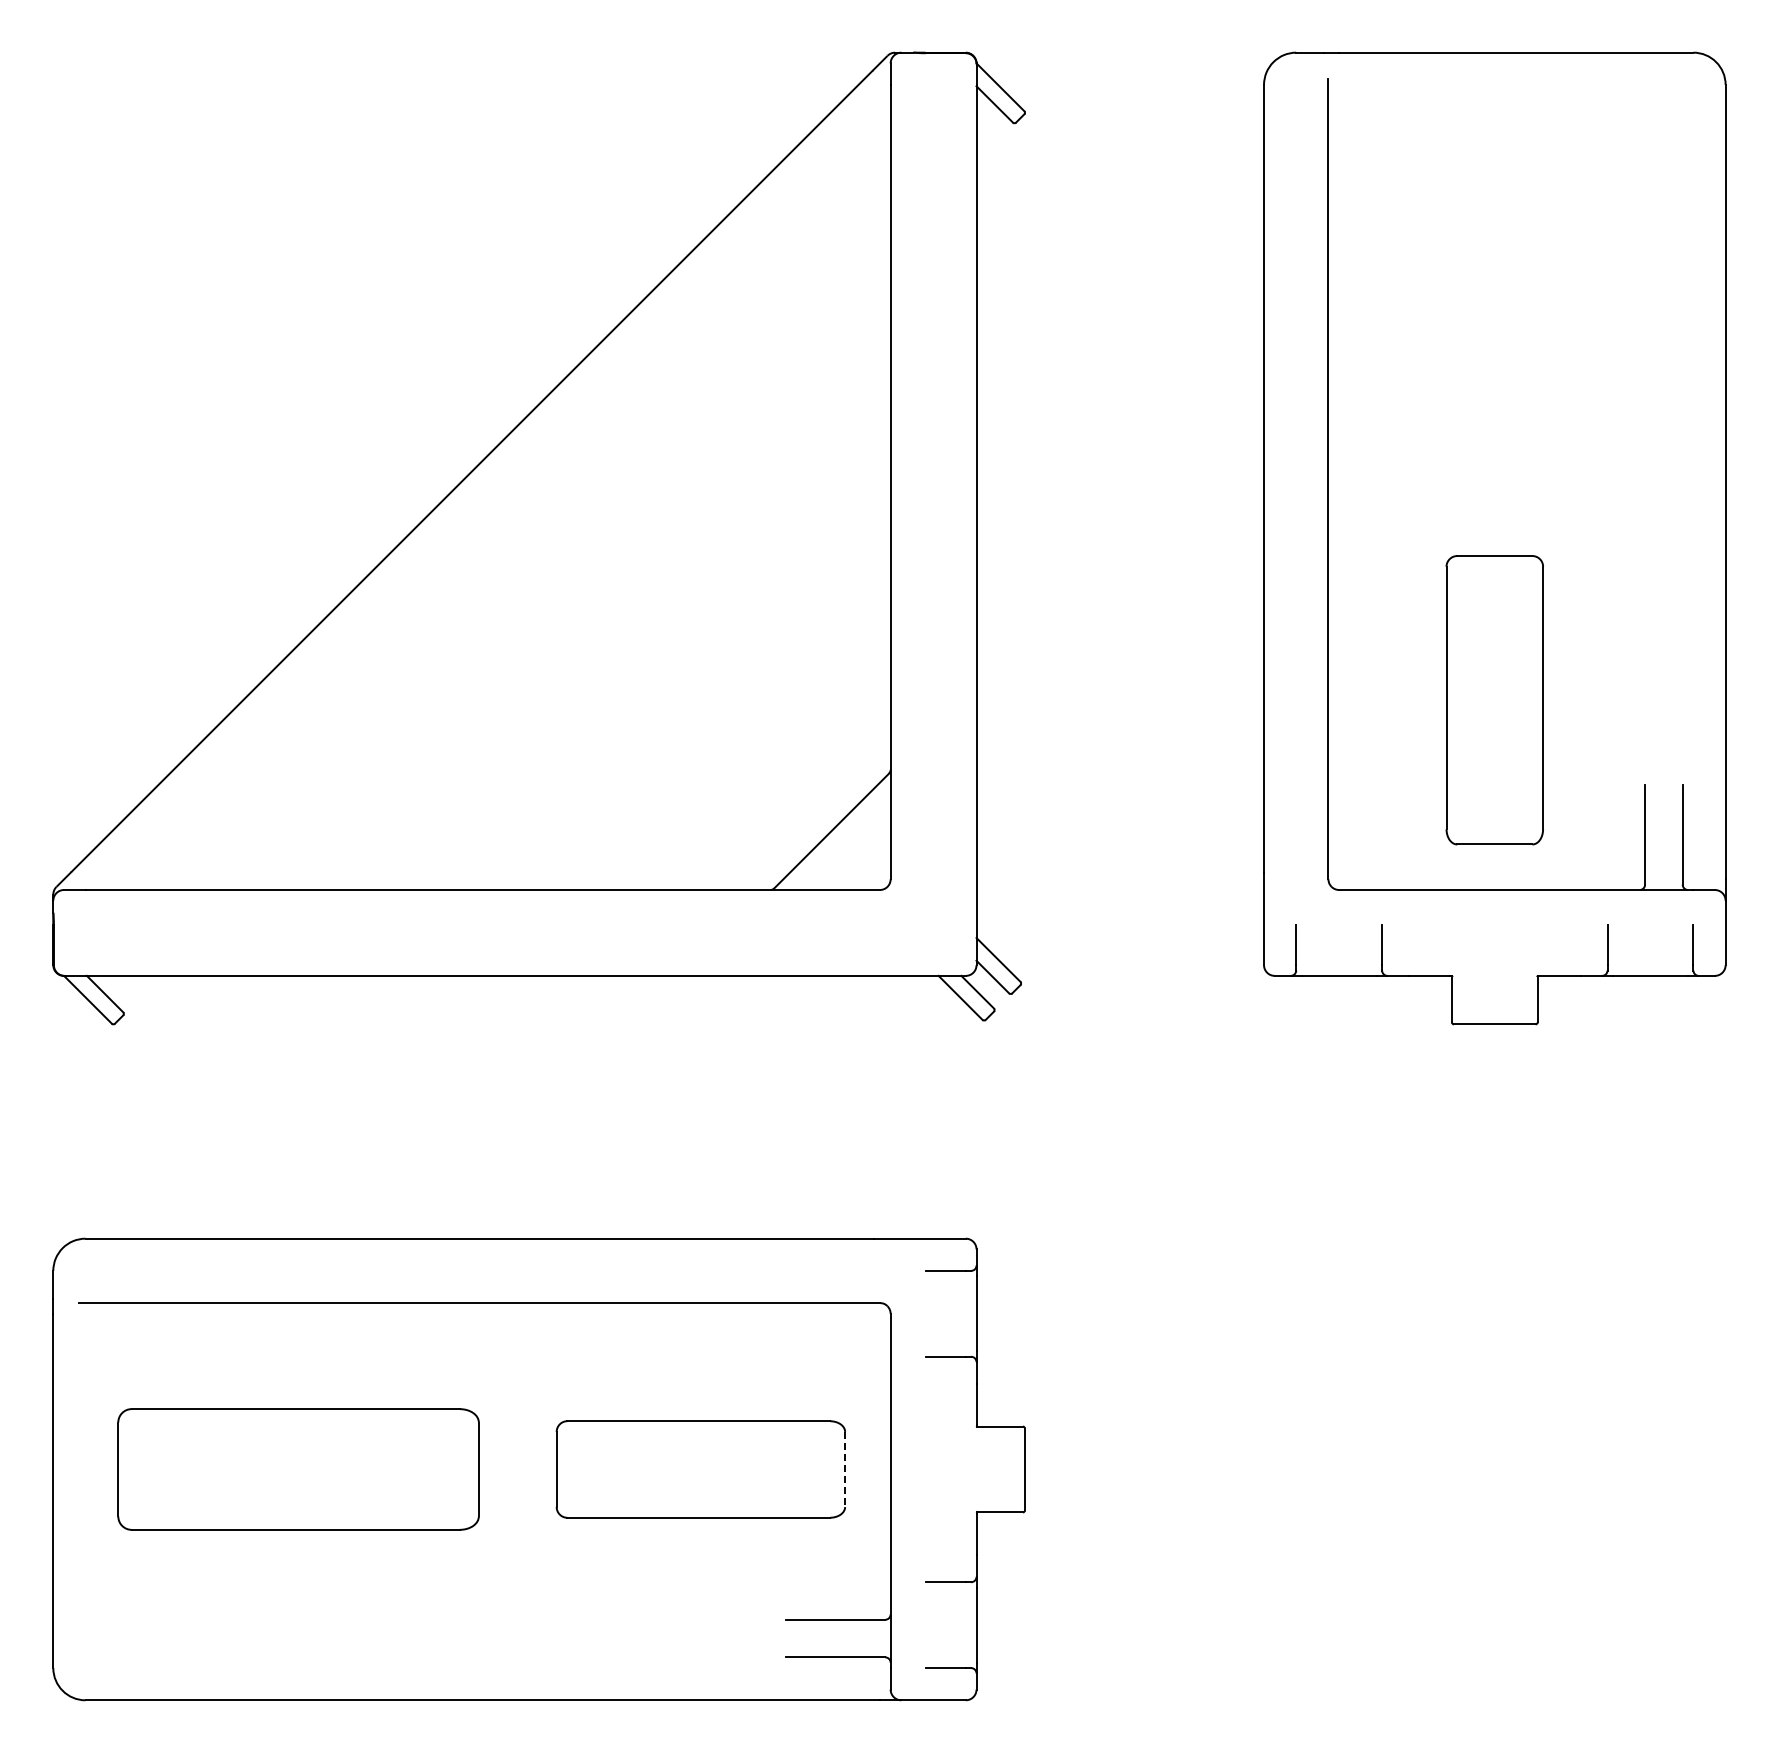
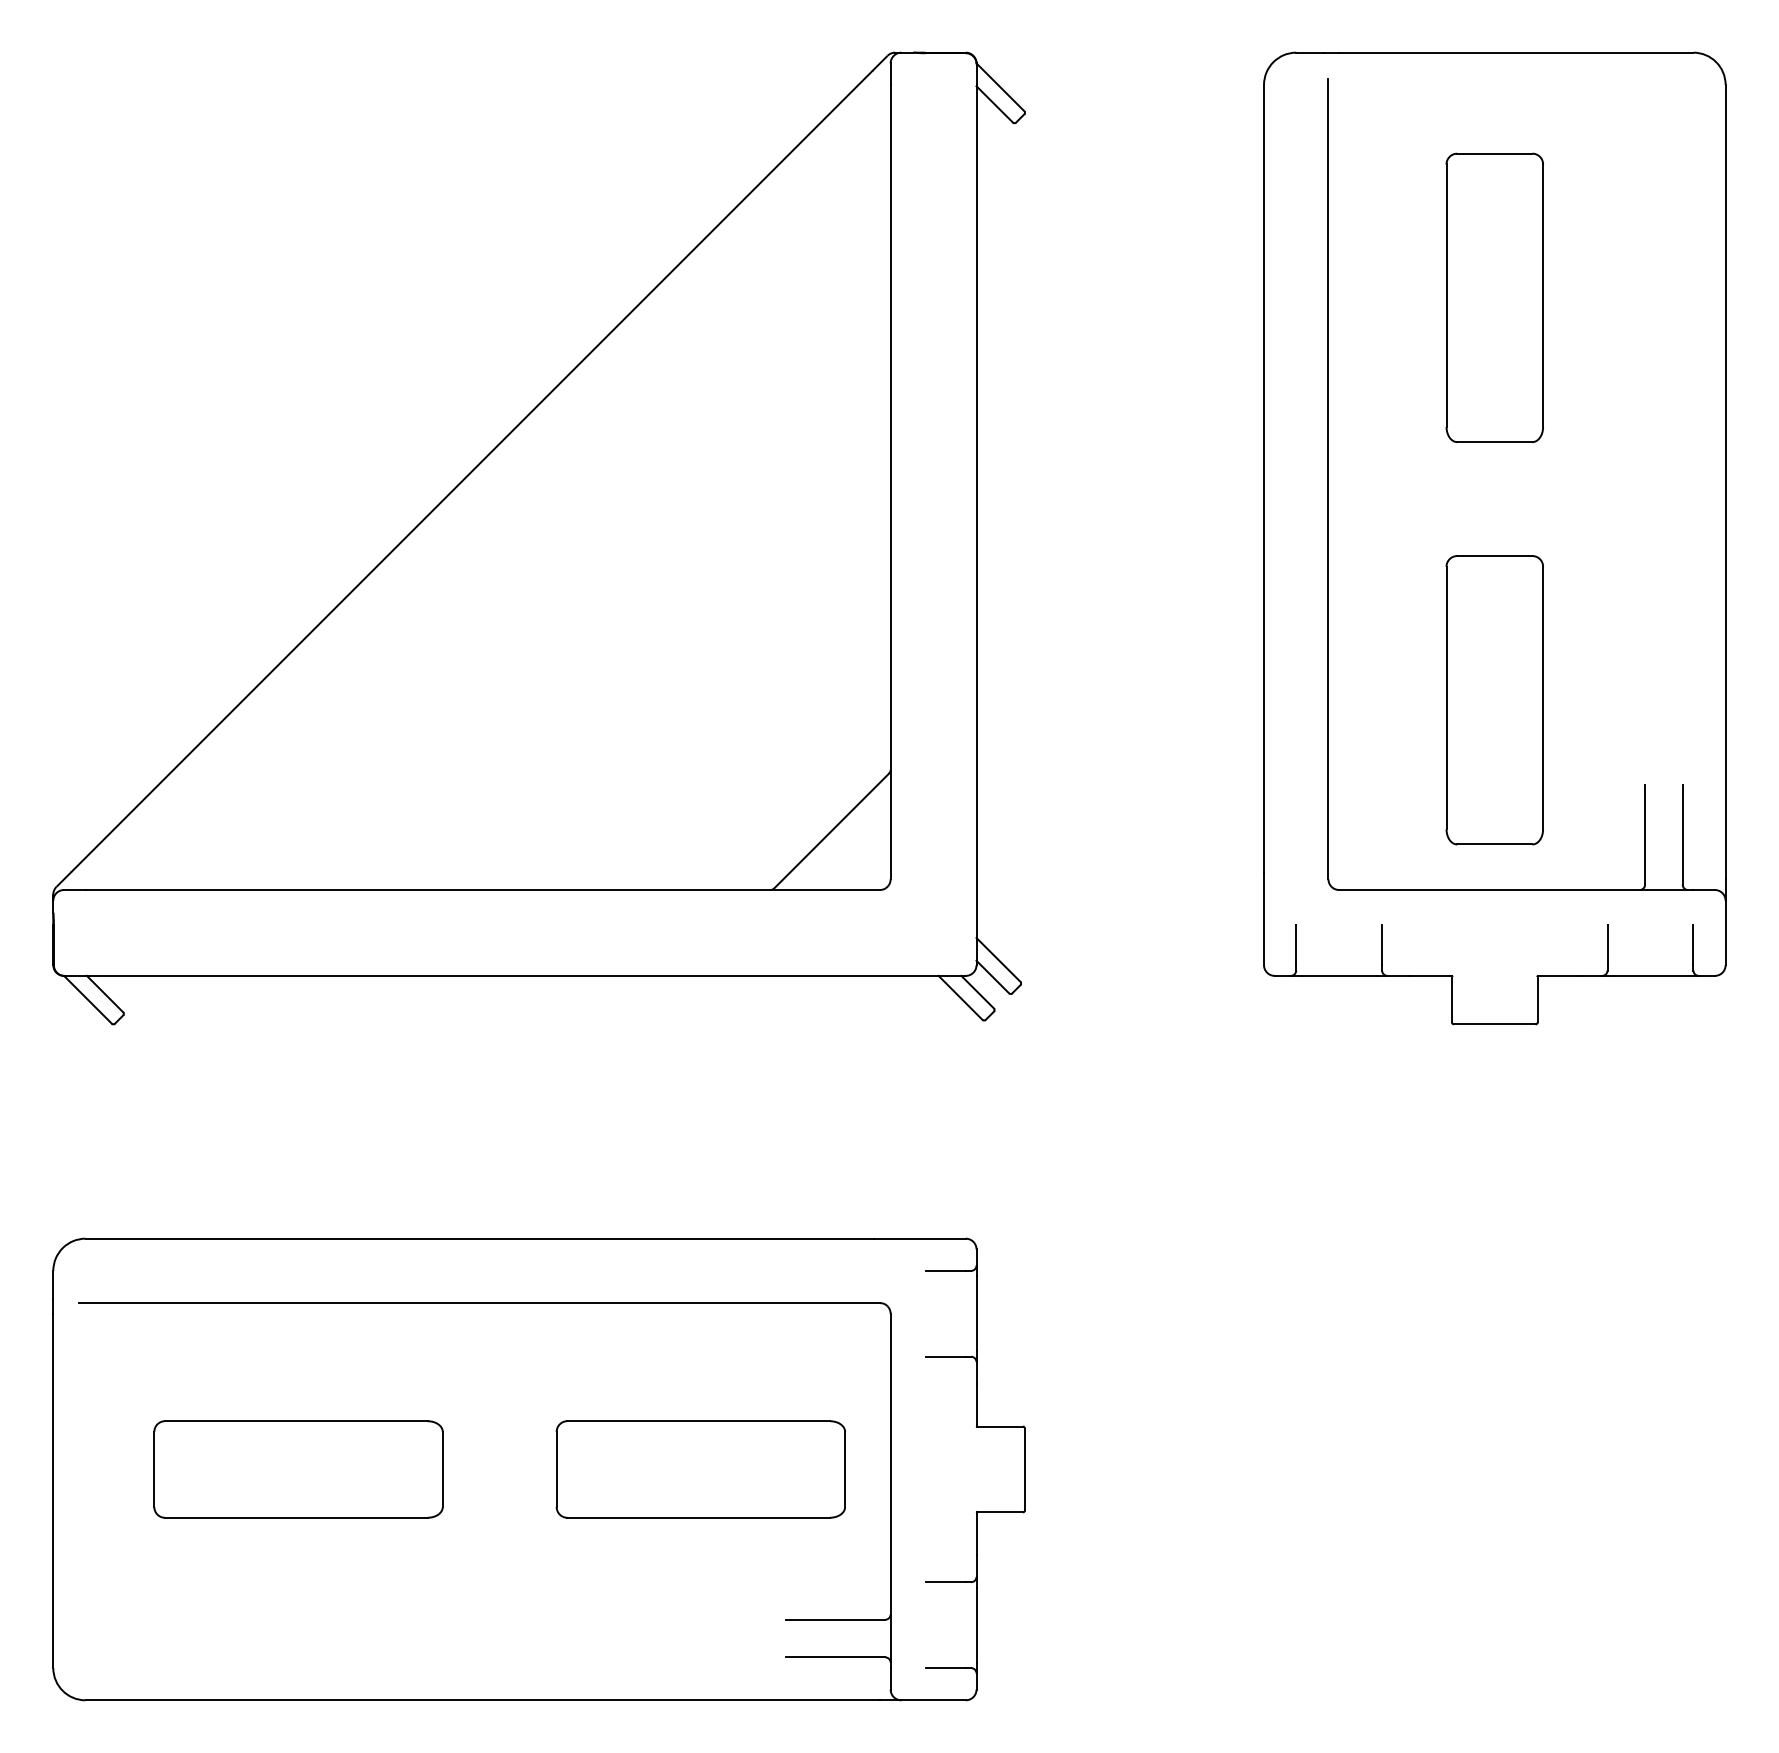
part at (1494, 297): none -> present
part at (298, 1469) size: 363x123 px -> 291x99 px
line at (845, 1469): dashed -> solid
